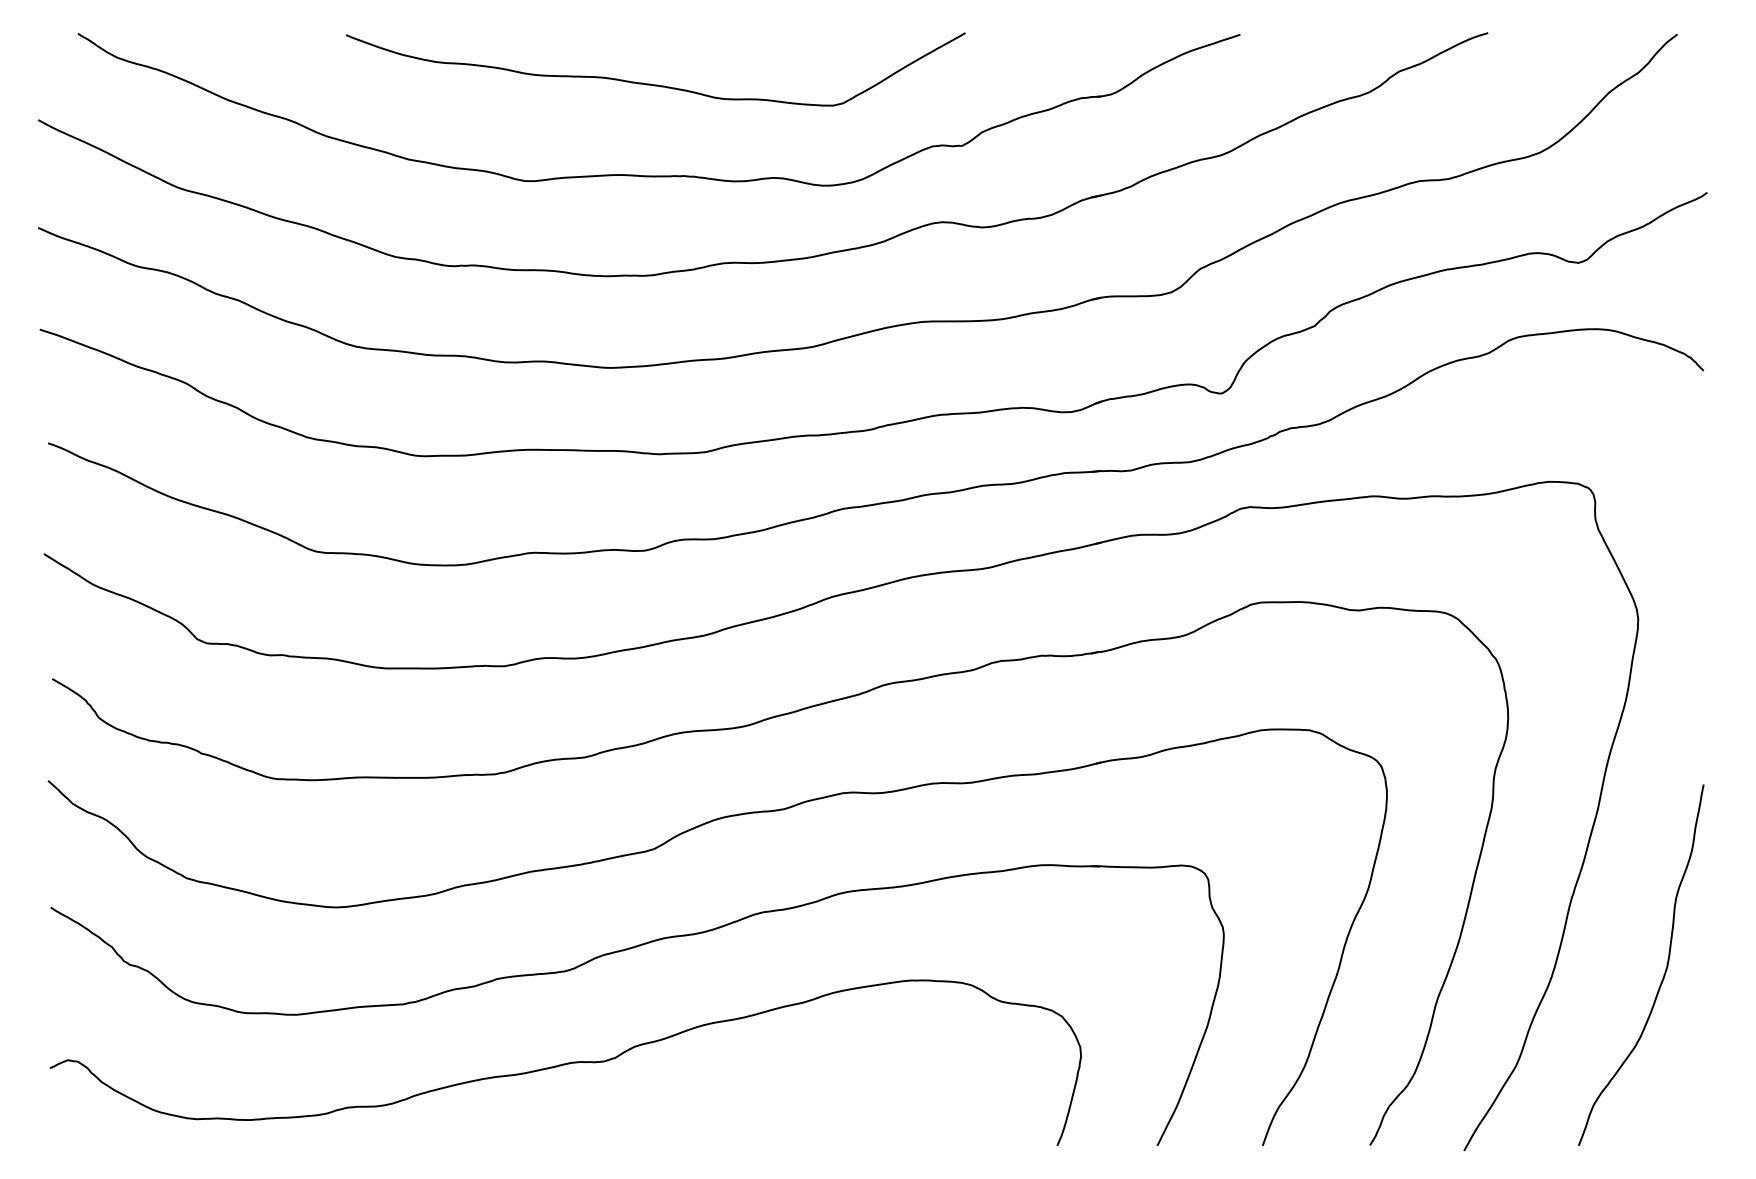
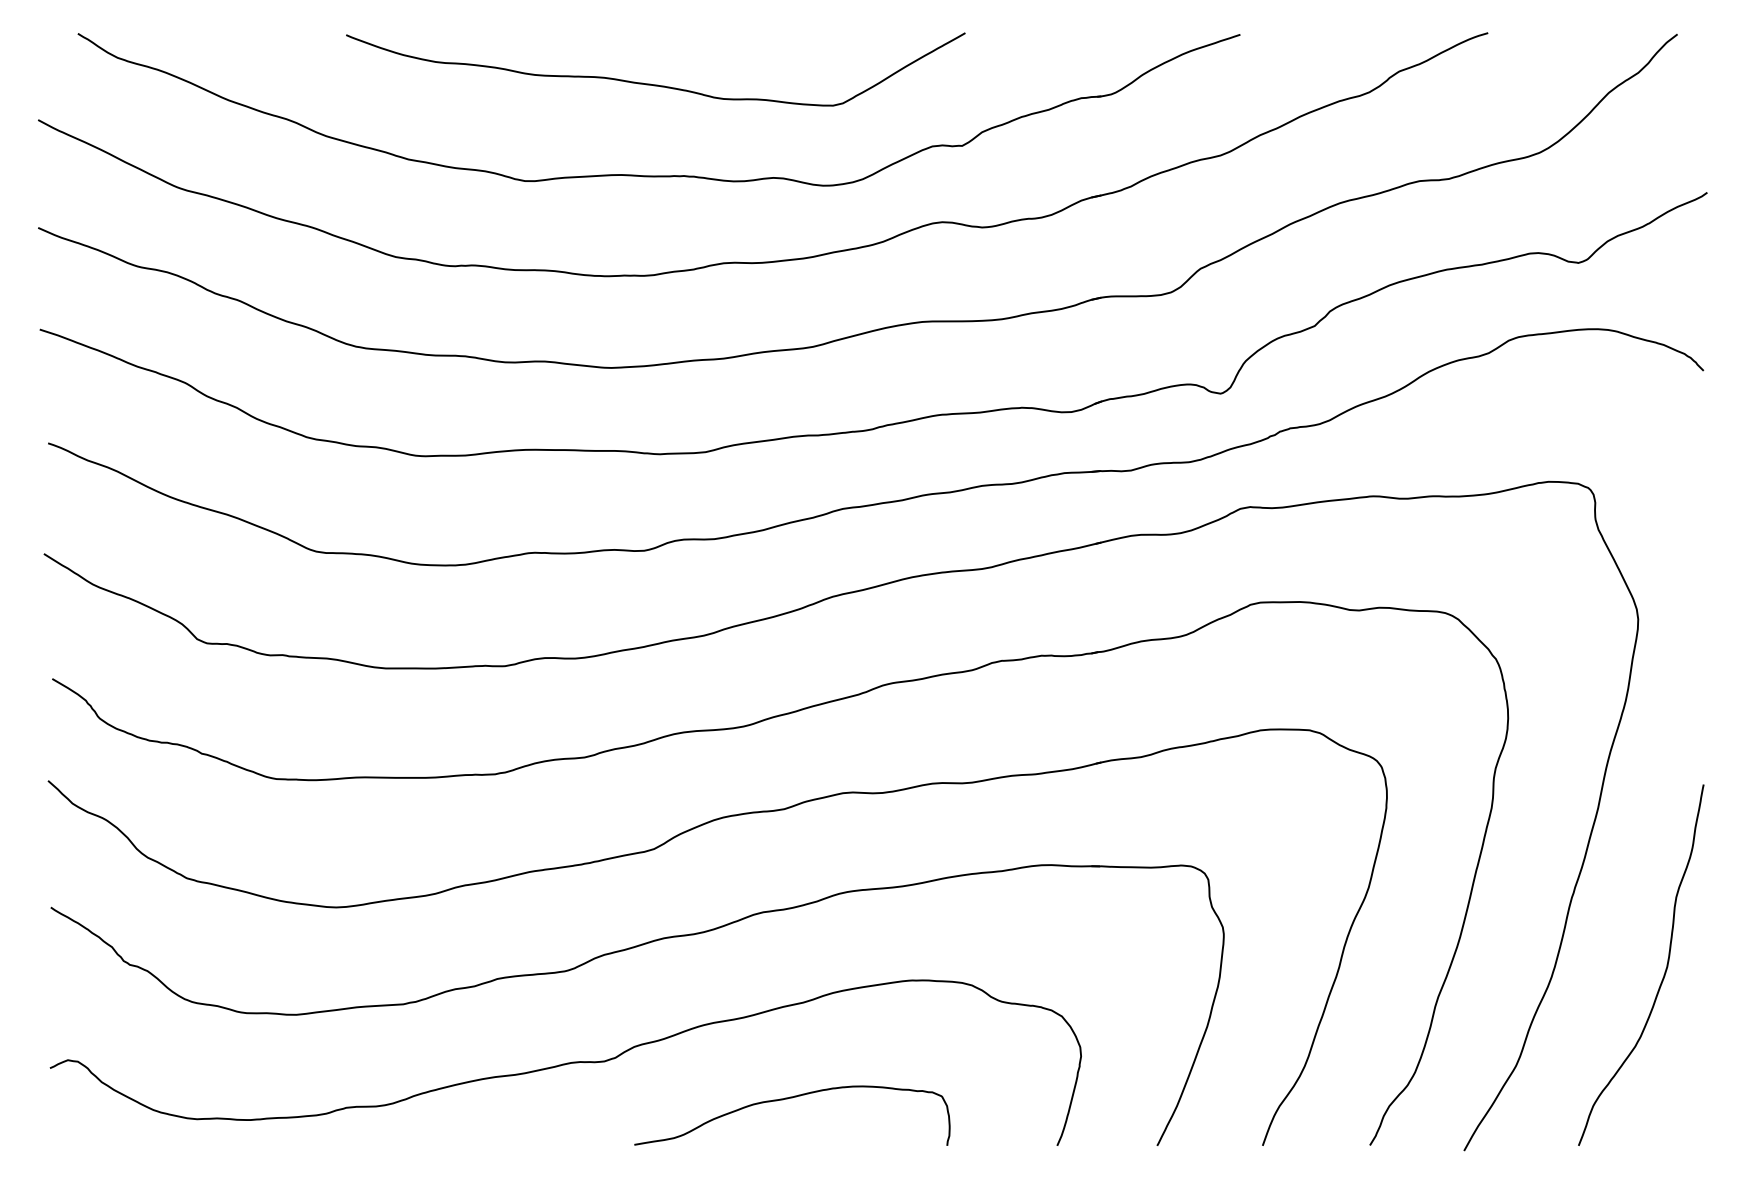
curve at (787, 1099): none -> present
